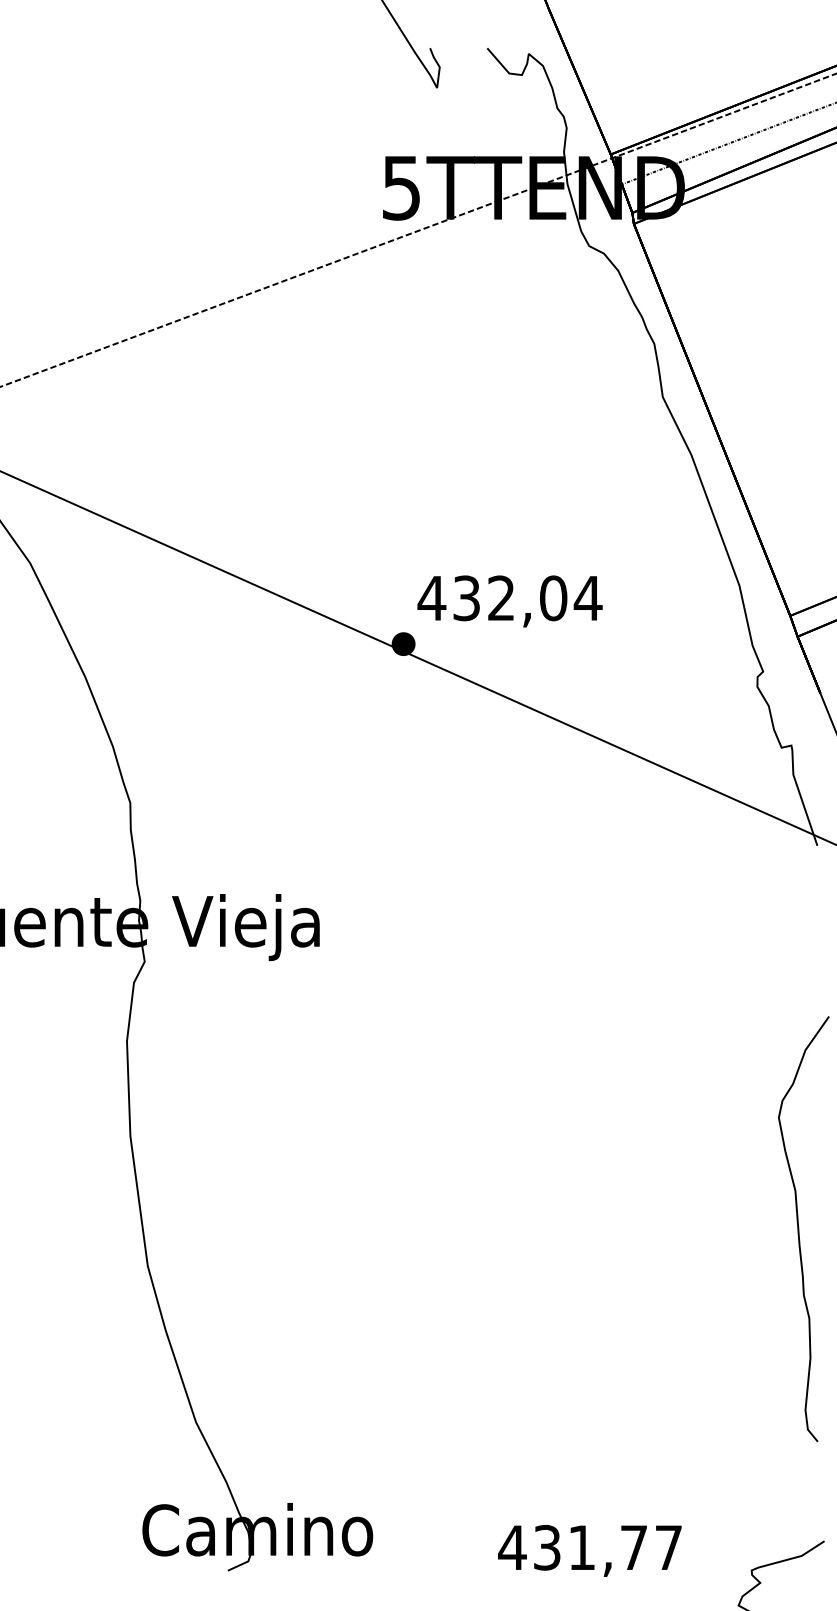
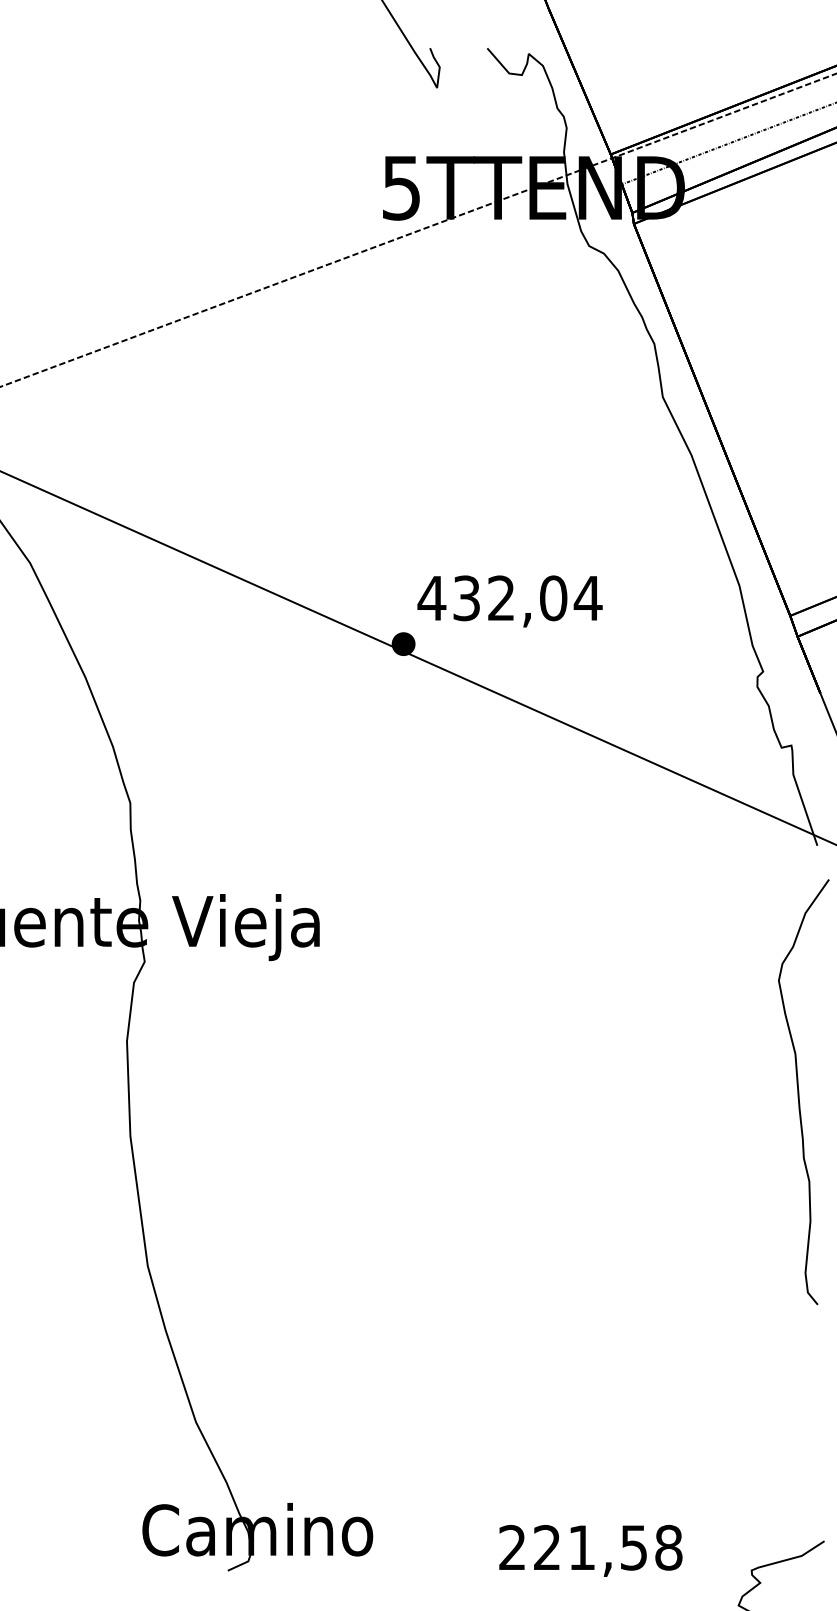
curve at (799, 1229) position: (799, 1229) -> (799, 1092)
text at (590, 1547): 431,77 -> 221,58
